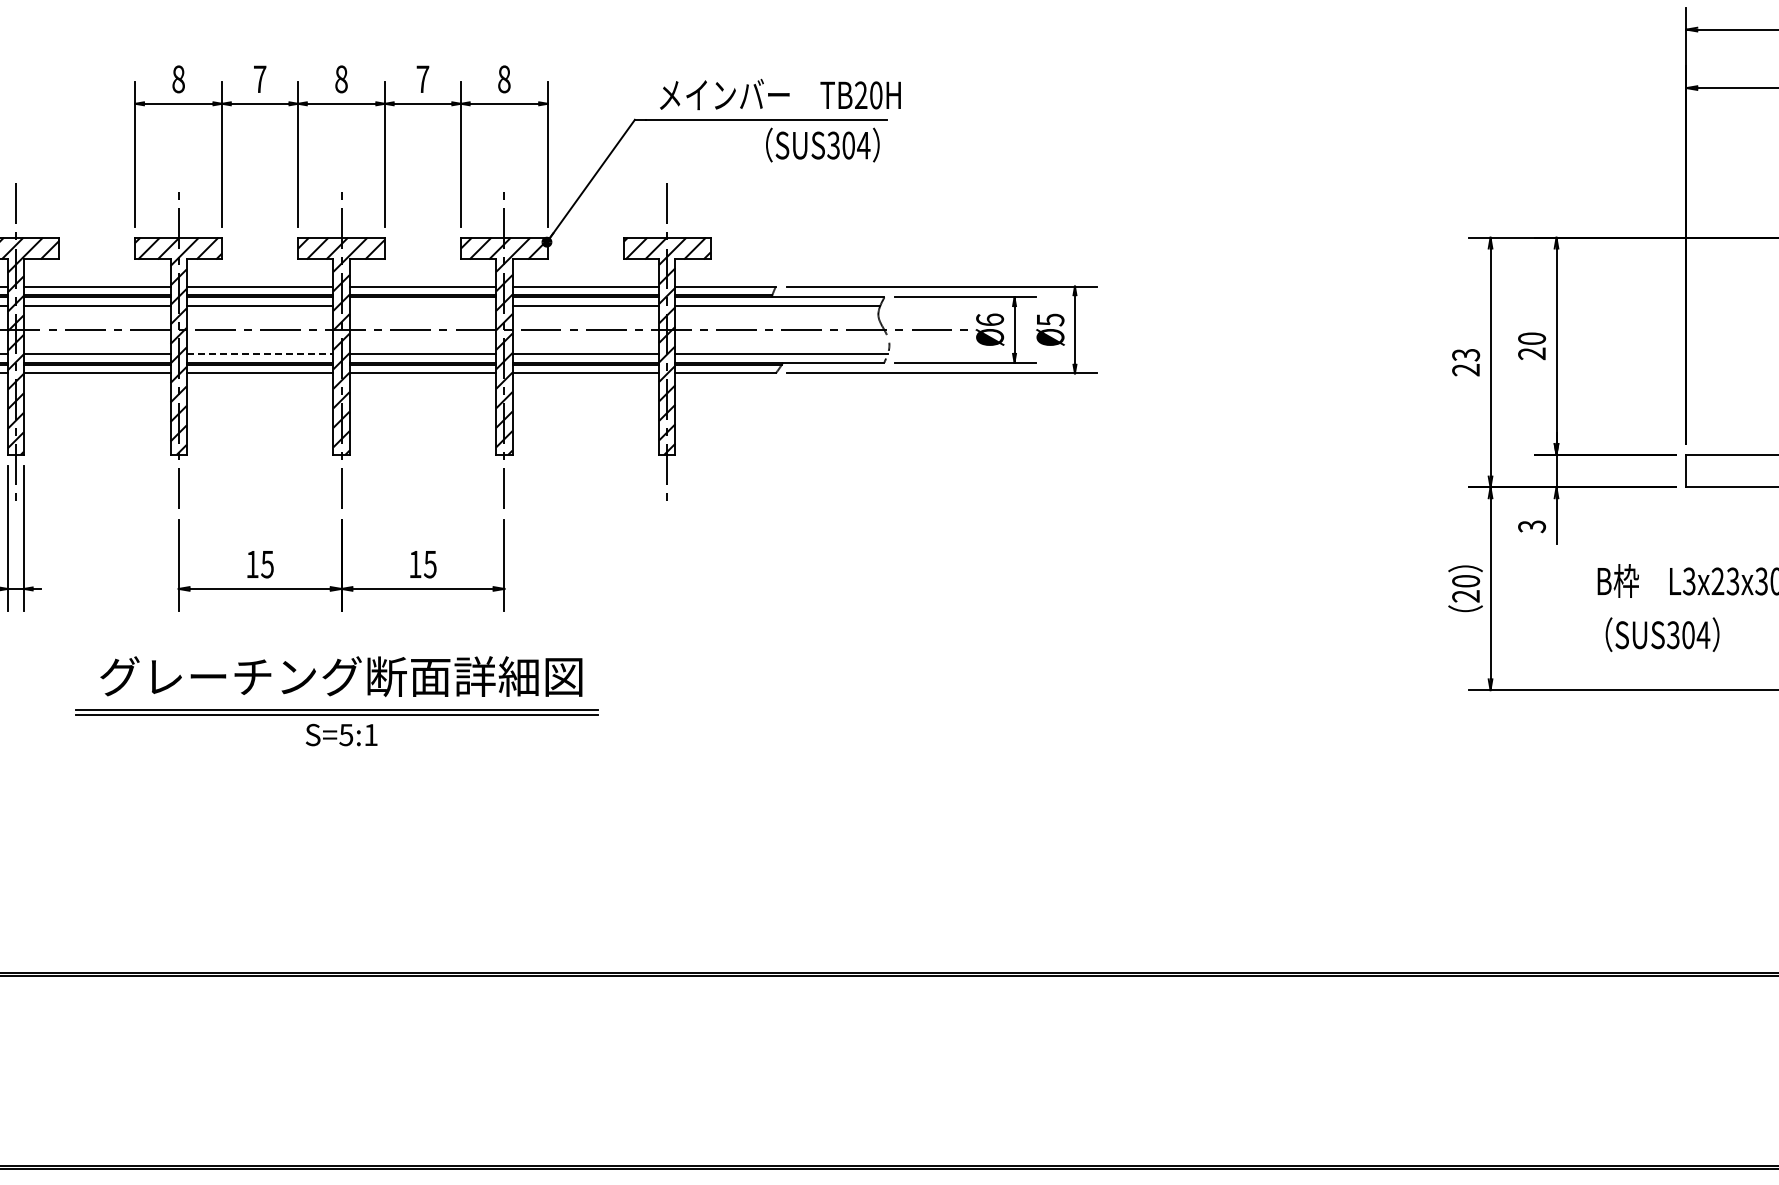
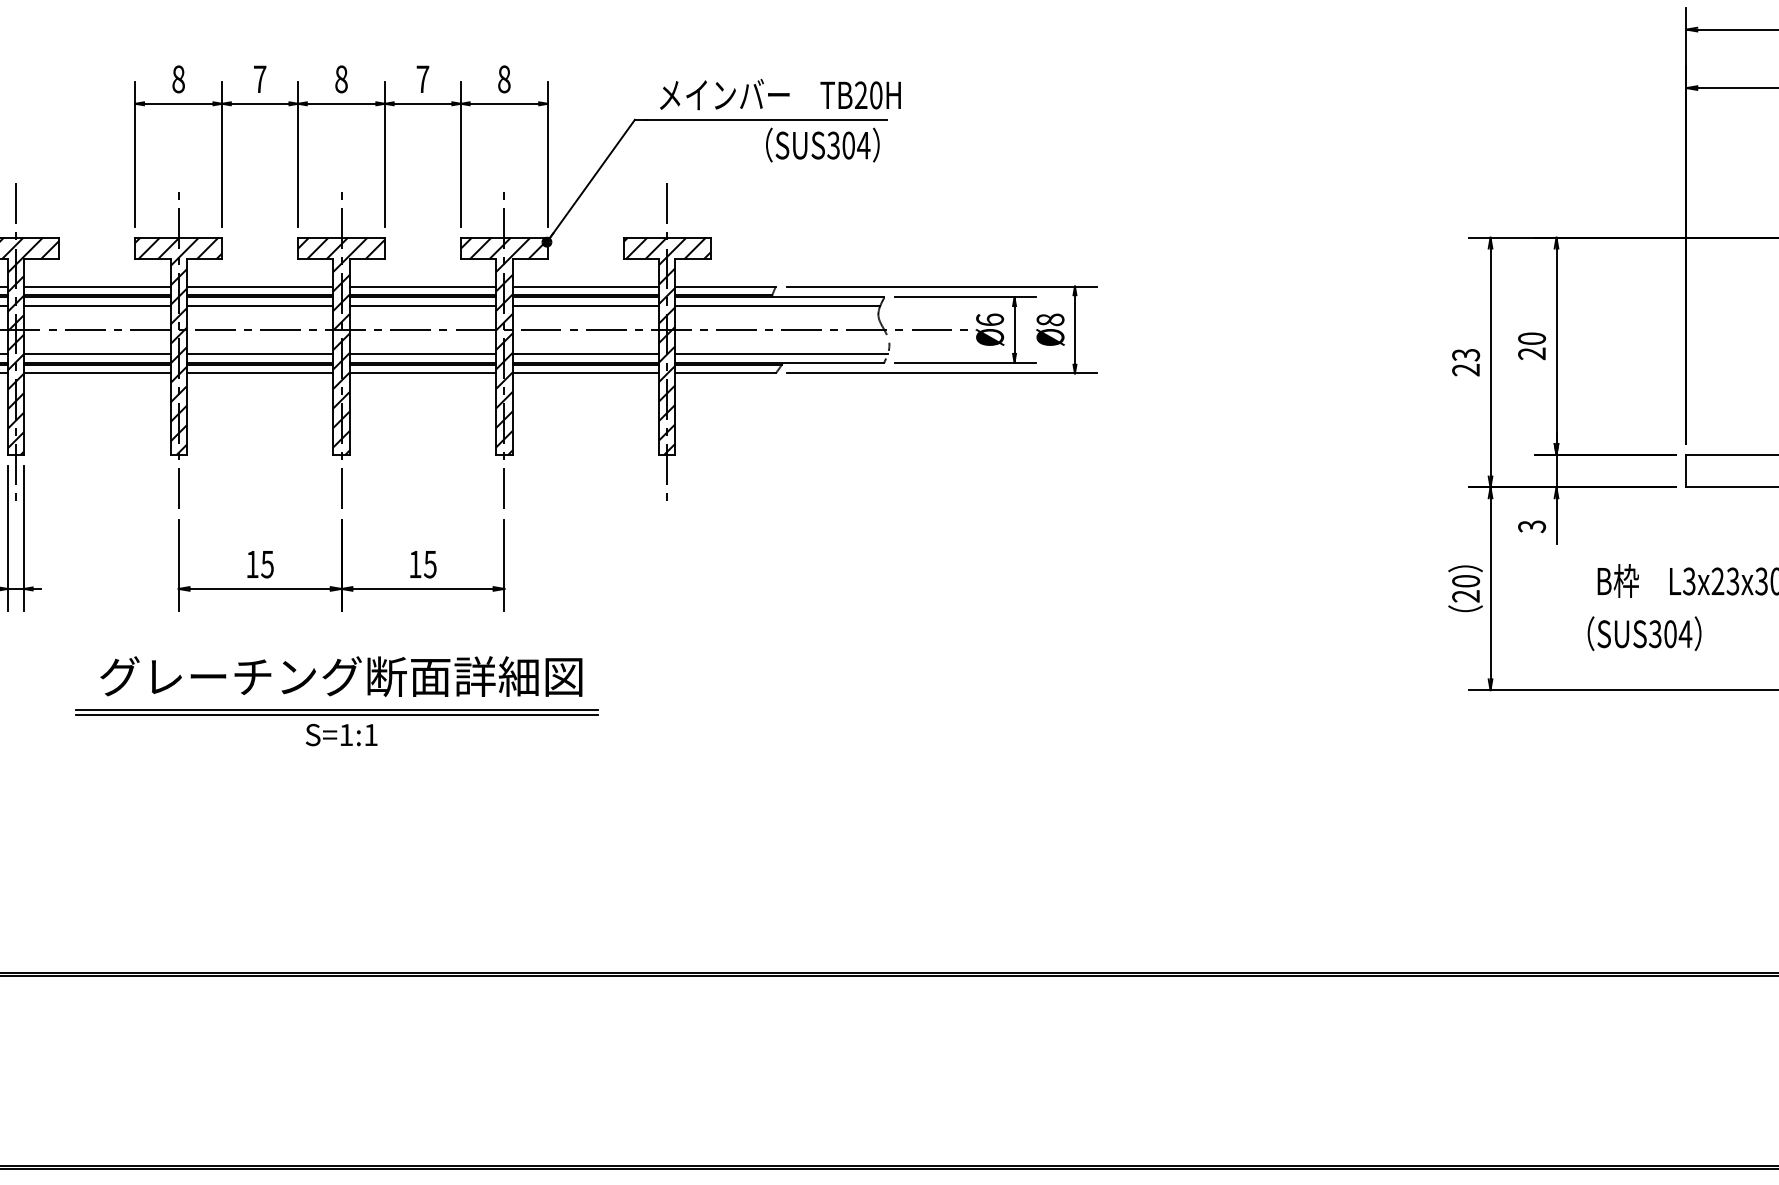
line at (422, 306): none -> present
text at (1050, 319): Ø5 -> Ø8
line at (260, 353): dashed -> solid
text at (1662, 634) position: (1662, 634) -> (1644, 633)
text at (346, 735): S=5:1 -> S=1:1
